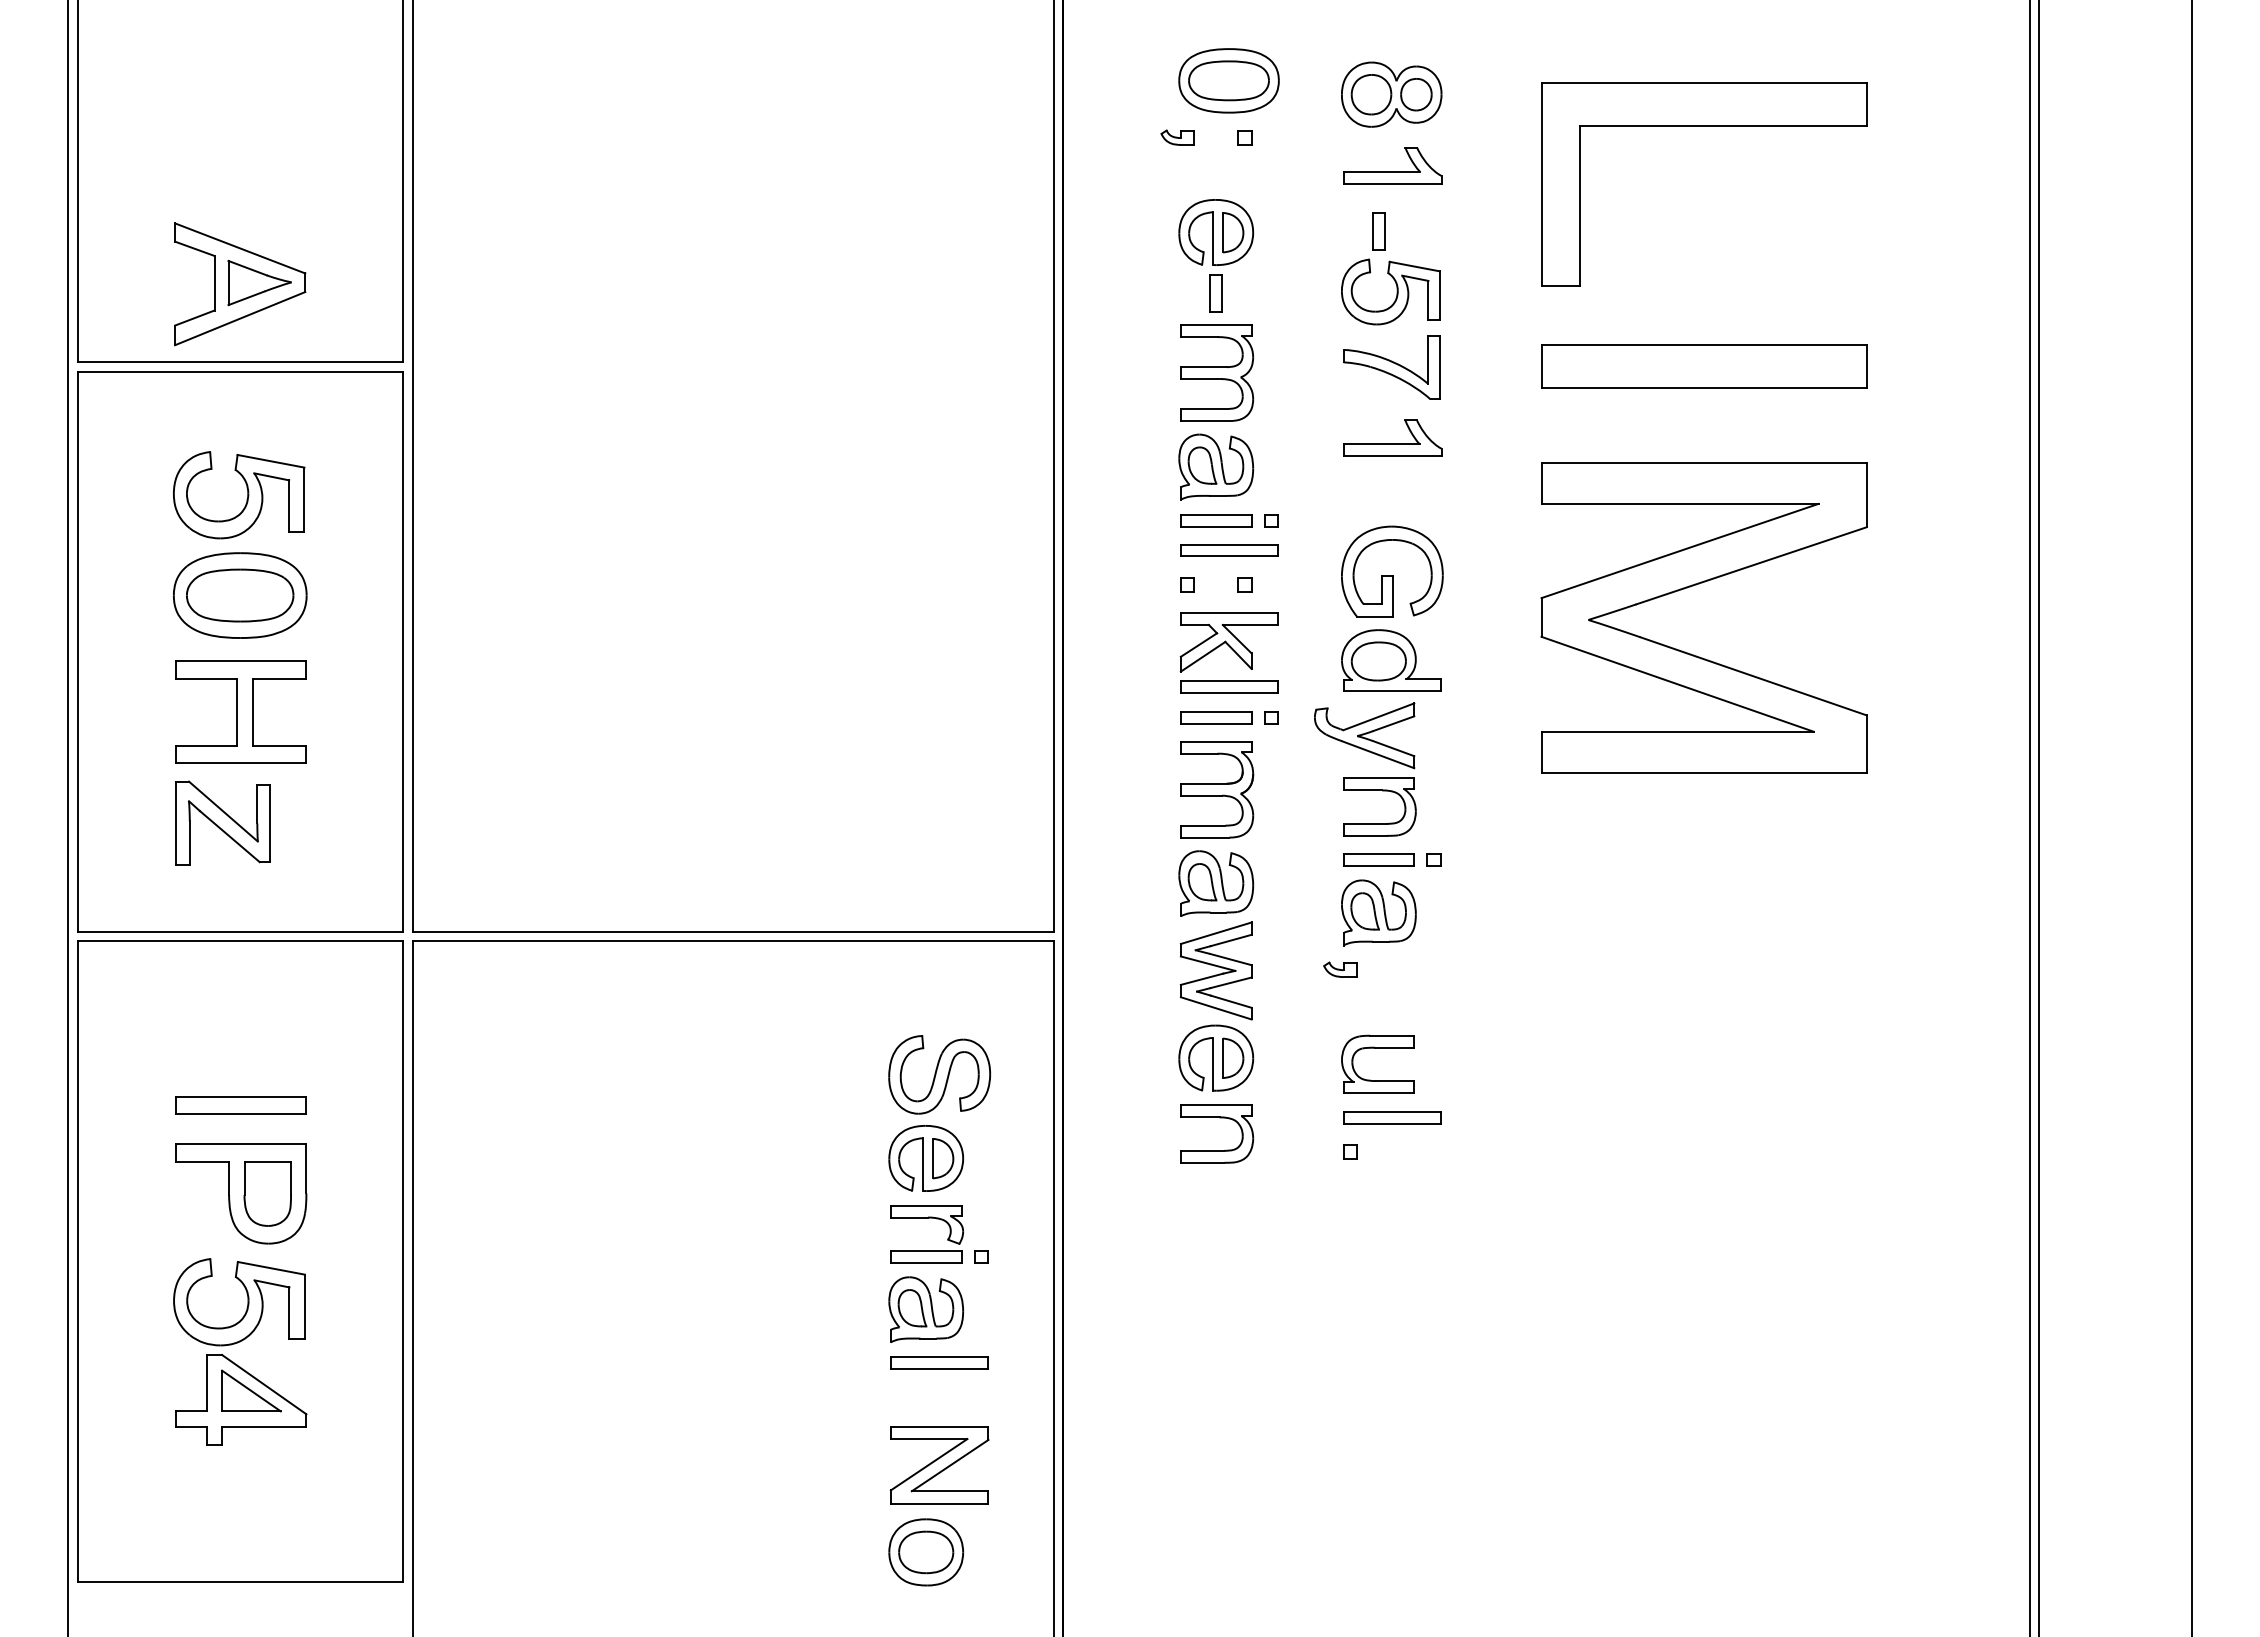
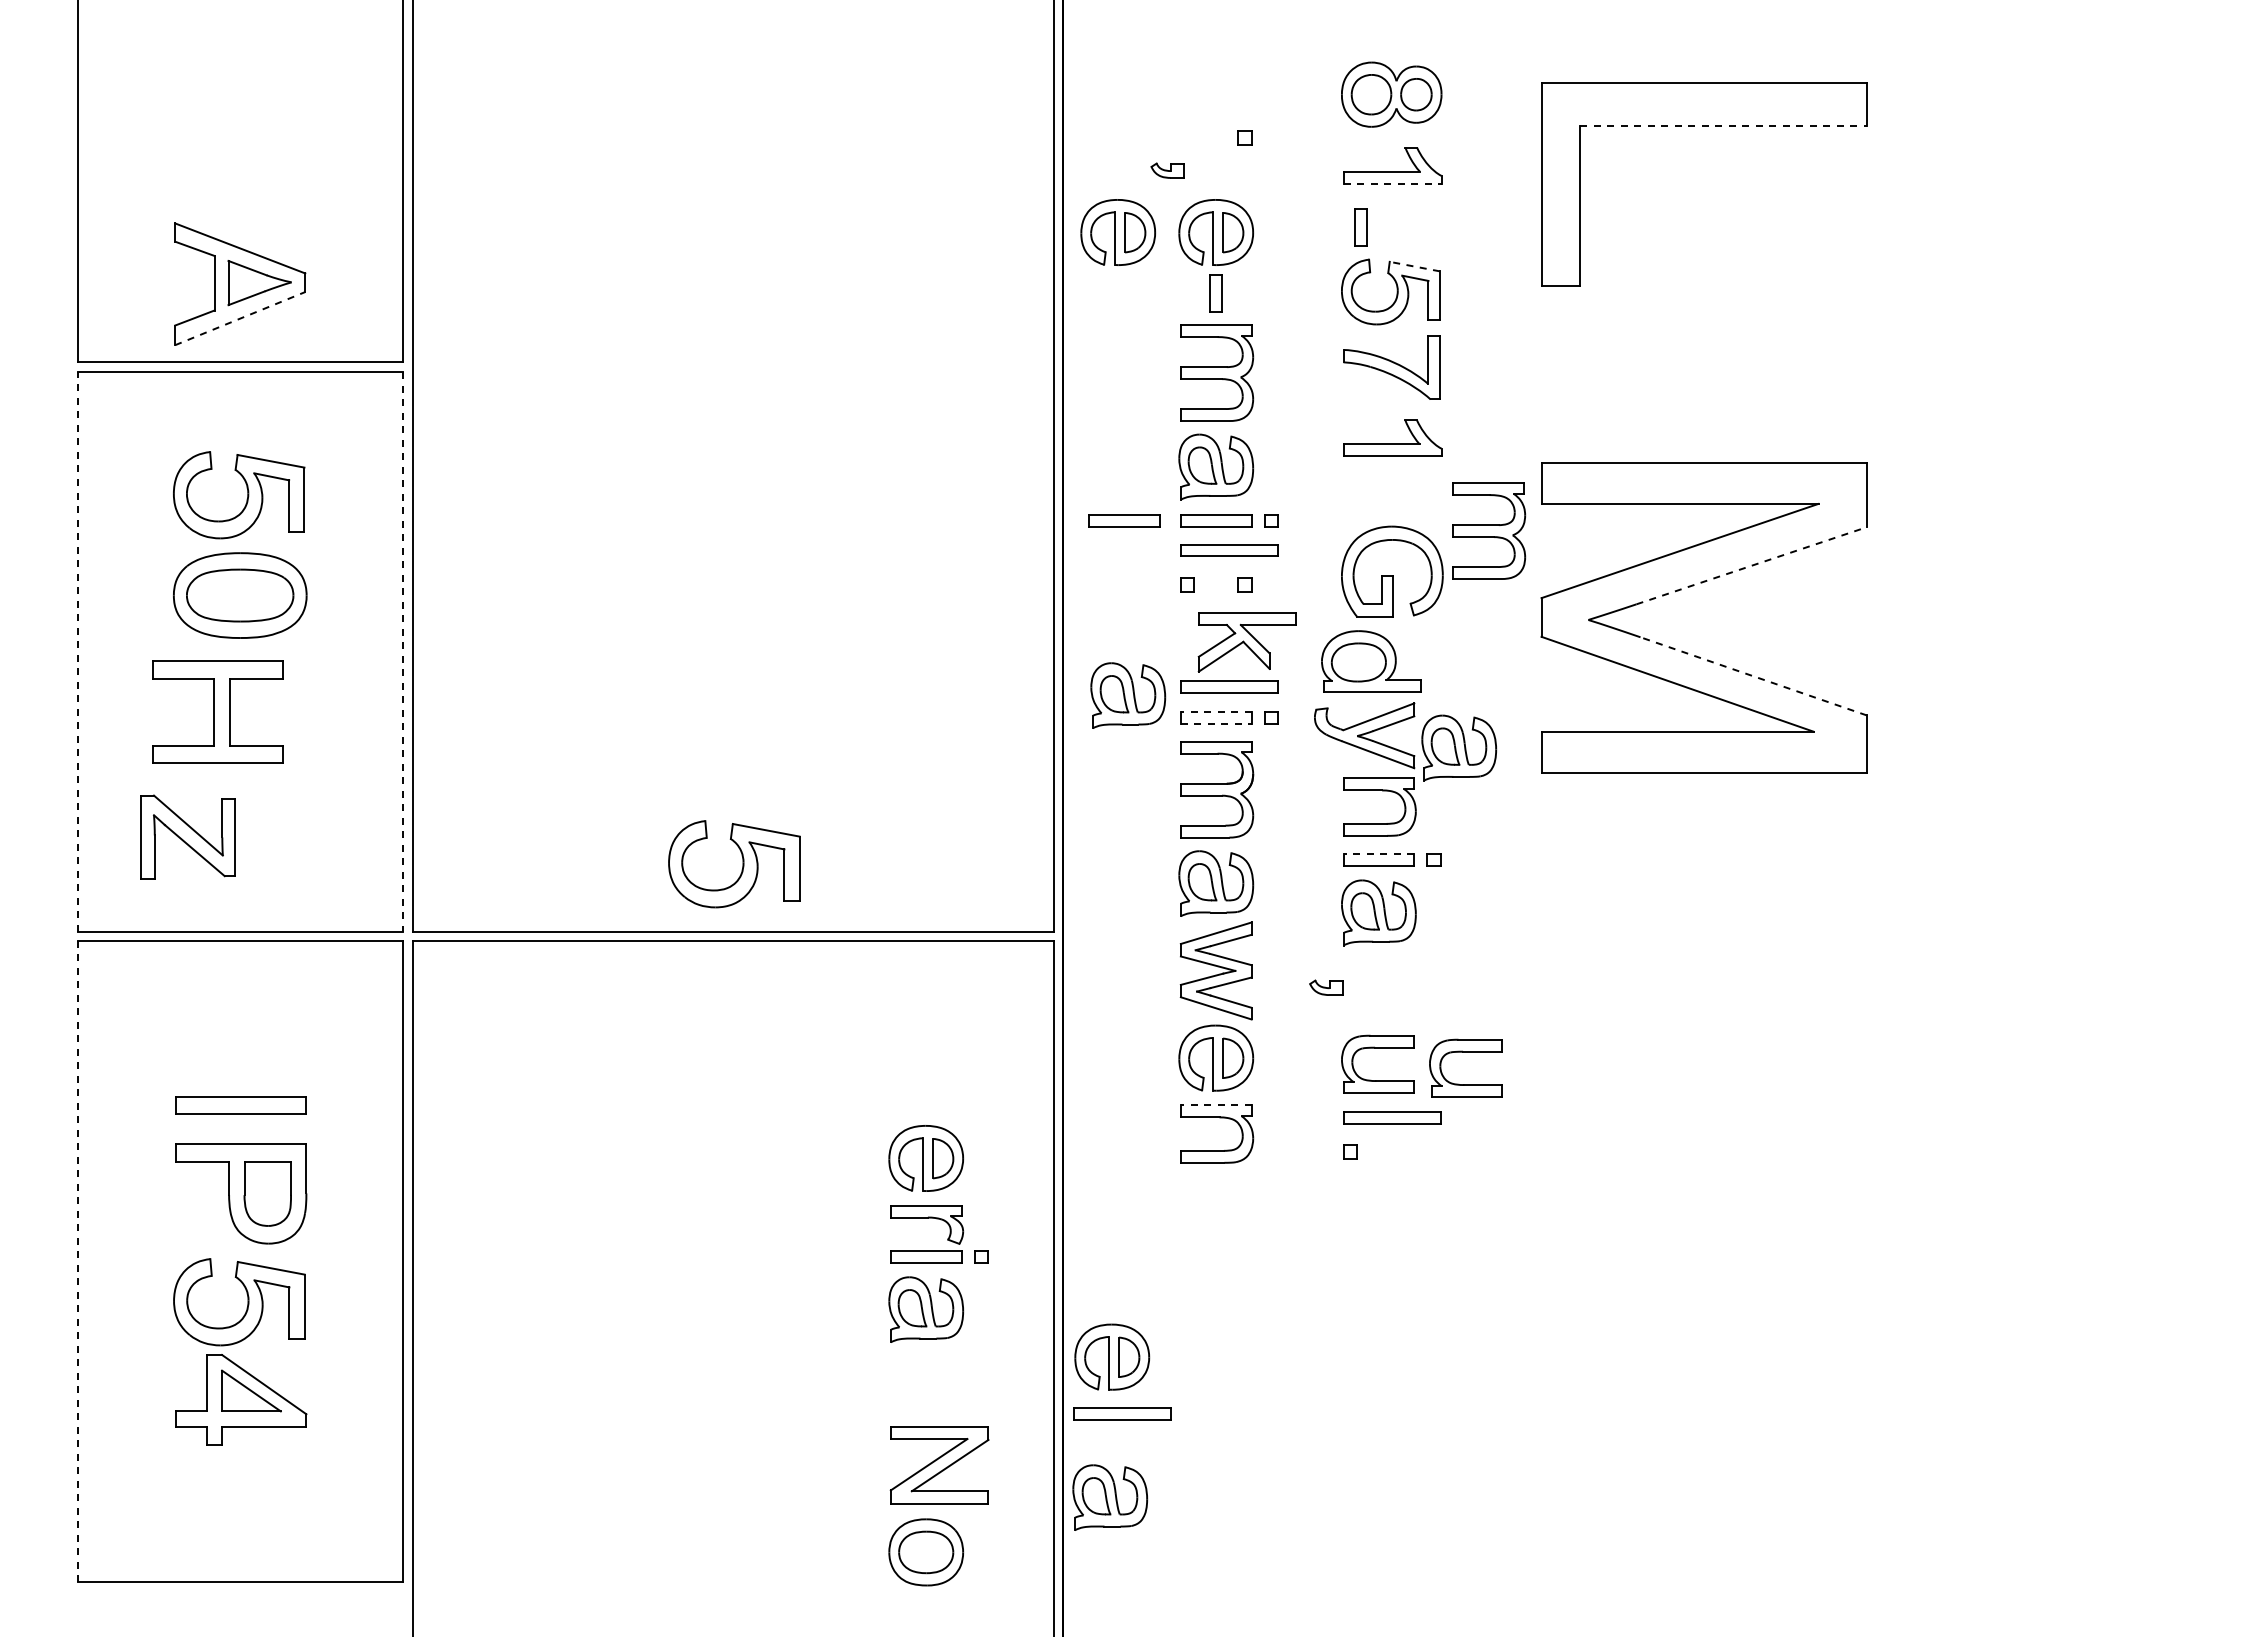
part at (1228, 80): present -> none
line at (1723, 126): solid -> dashed
part at (1177, 137) position: (1177, 137) -> (1167, 170)
line at (1392, 183): solid -> dashed
part at (1378, 231) position: (1378, 231) -> (1360, 227)
part at (1117, 232): none -> present
line at (1414, 266): solid -> dashed
line at (240, 318): solid -> dashed
part at (1704, 366): present -> none
part at (1124, 520): none -> present
part at (1489, 530): none -> present
line at (1752, 565): solid -> dashed
part at (1228, 642) position: (1228, 642) -> (1246, 642)
line at (77, 651): solid -> dashed
line at (402, 651): solid -> dashed
part at (1391, 660) position: (1391, 660) -> (1371, 661)
line at (1753, 676): solid -> dashed
part at (1128, 695): none -> present
part at (240, 711) position: (240, 711) -> (217, 711)
line at (1215, 711): solid -> dashed
line at (1216, 723): solid -> dashed
part at (1459, 747): none -> present
line at (67, 817): present -> none
line at (2029, 817): present -> none
line at (2039, 817): present -> none
line at (2192, 817): present -> none
part at (222, 822) position: (222, 822) -> (187, 836)
line at (1378, 854): solid -> dashed
part at (742, 864): none -> present
part at (1340, 969) position: (1340, 969) -> (1326, 987)
part at (1465, 1052): none -> present
part at (939, 1074): present -> none
line at (1215, 1105): solid -> dashed
line at (77, 1261): solid -> dashed
part at (1112, 1356): none -> present
part at (939, 1362) position: (939, 1362) -> (1122, 1413)
part at (1110, 1497): none -> present
